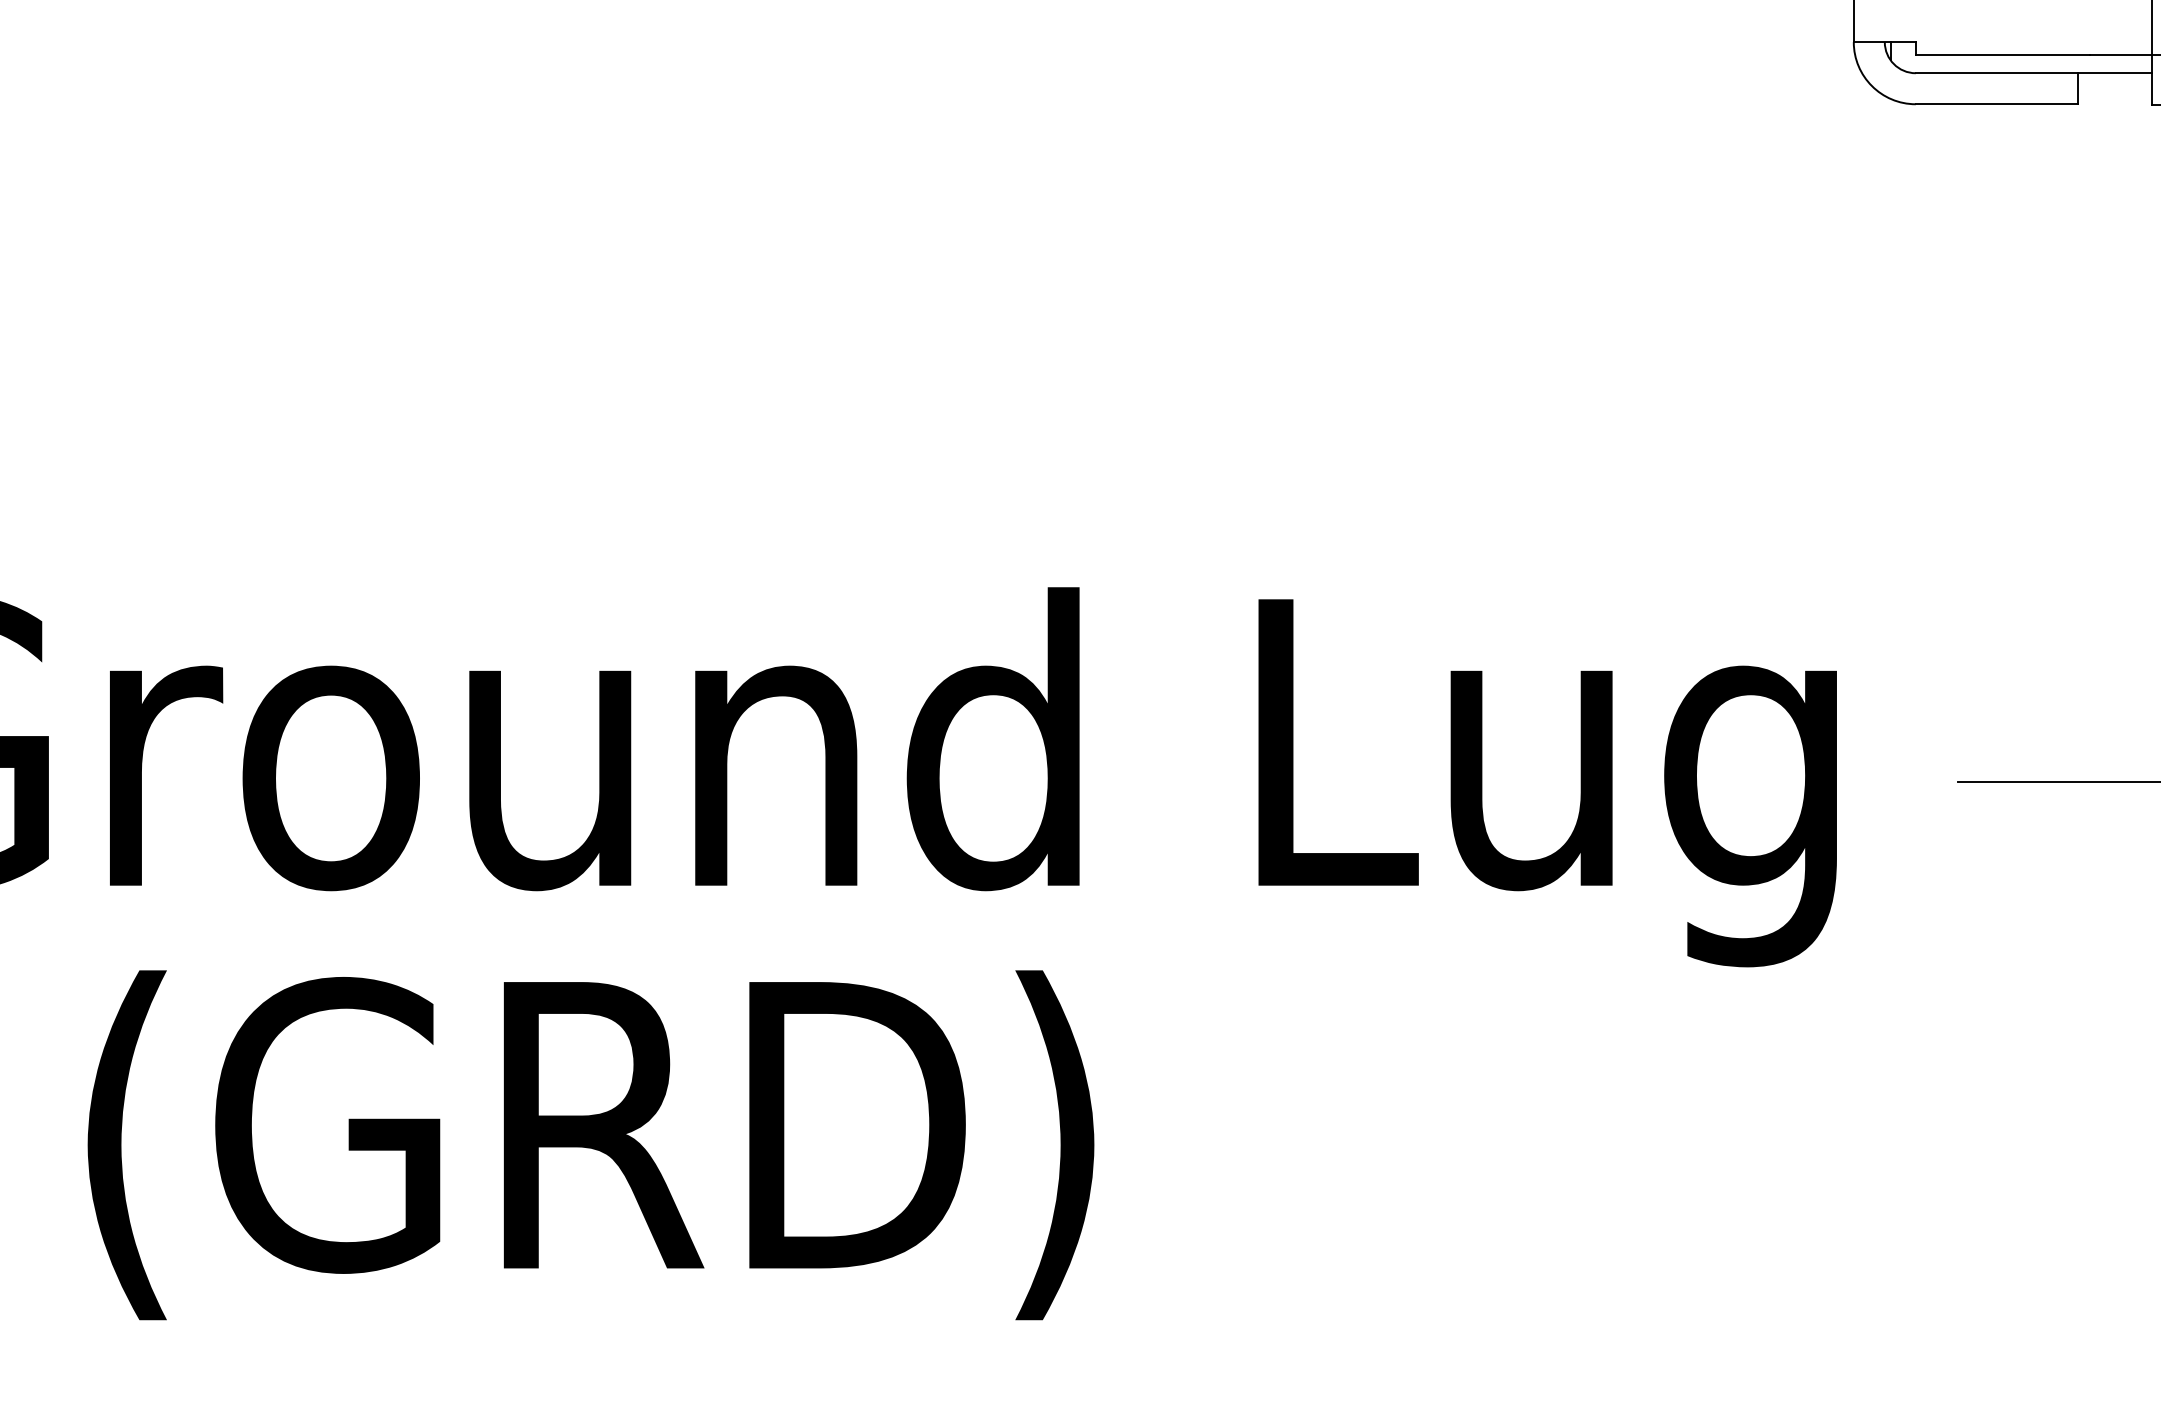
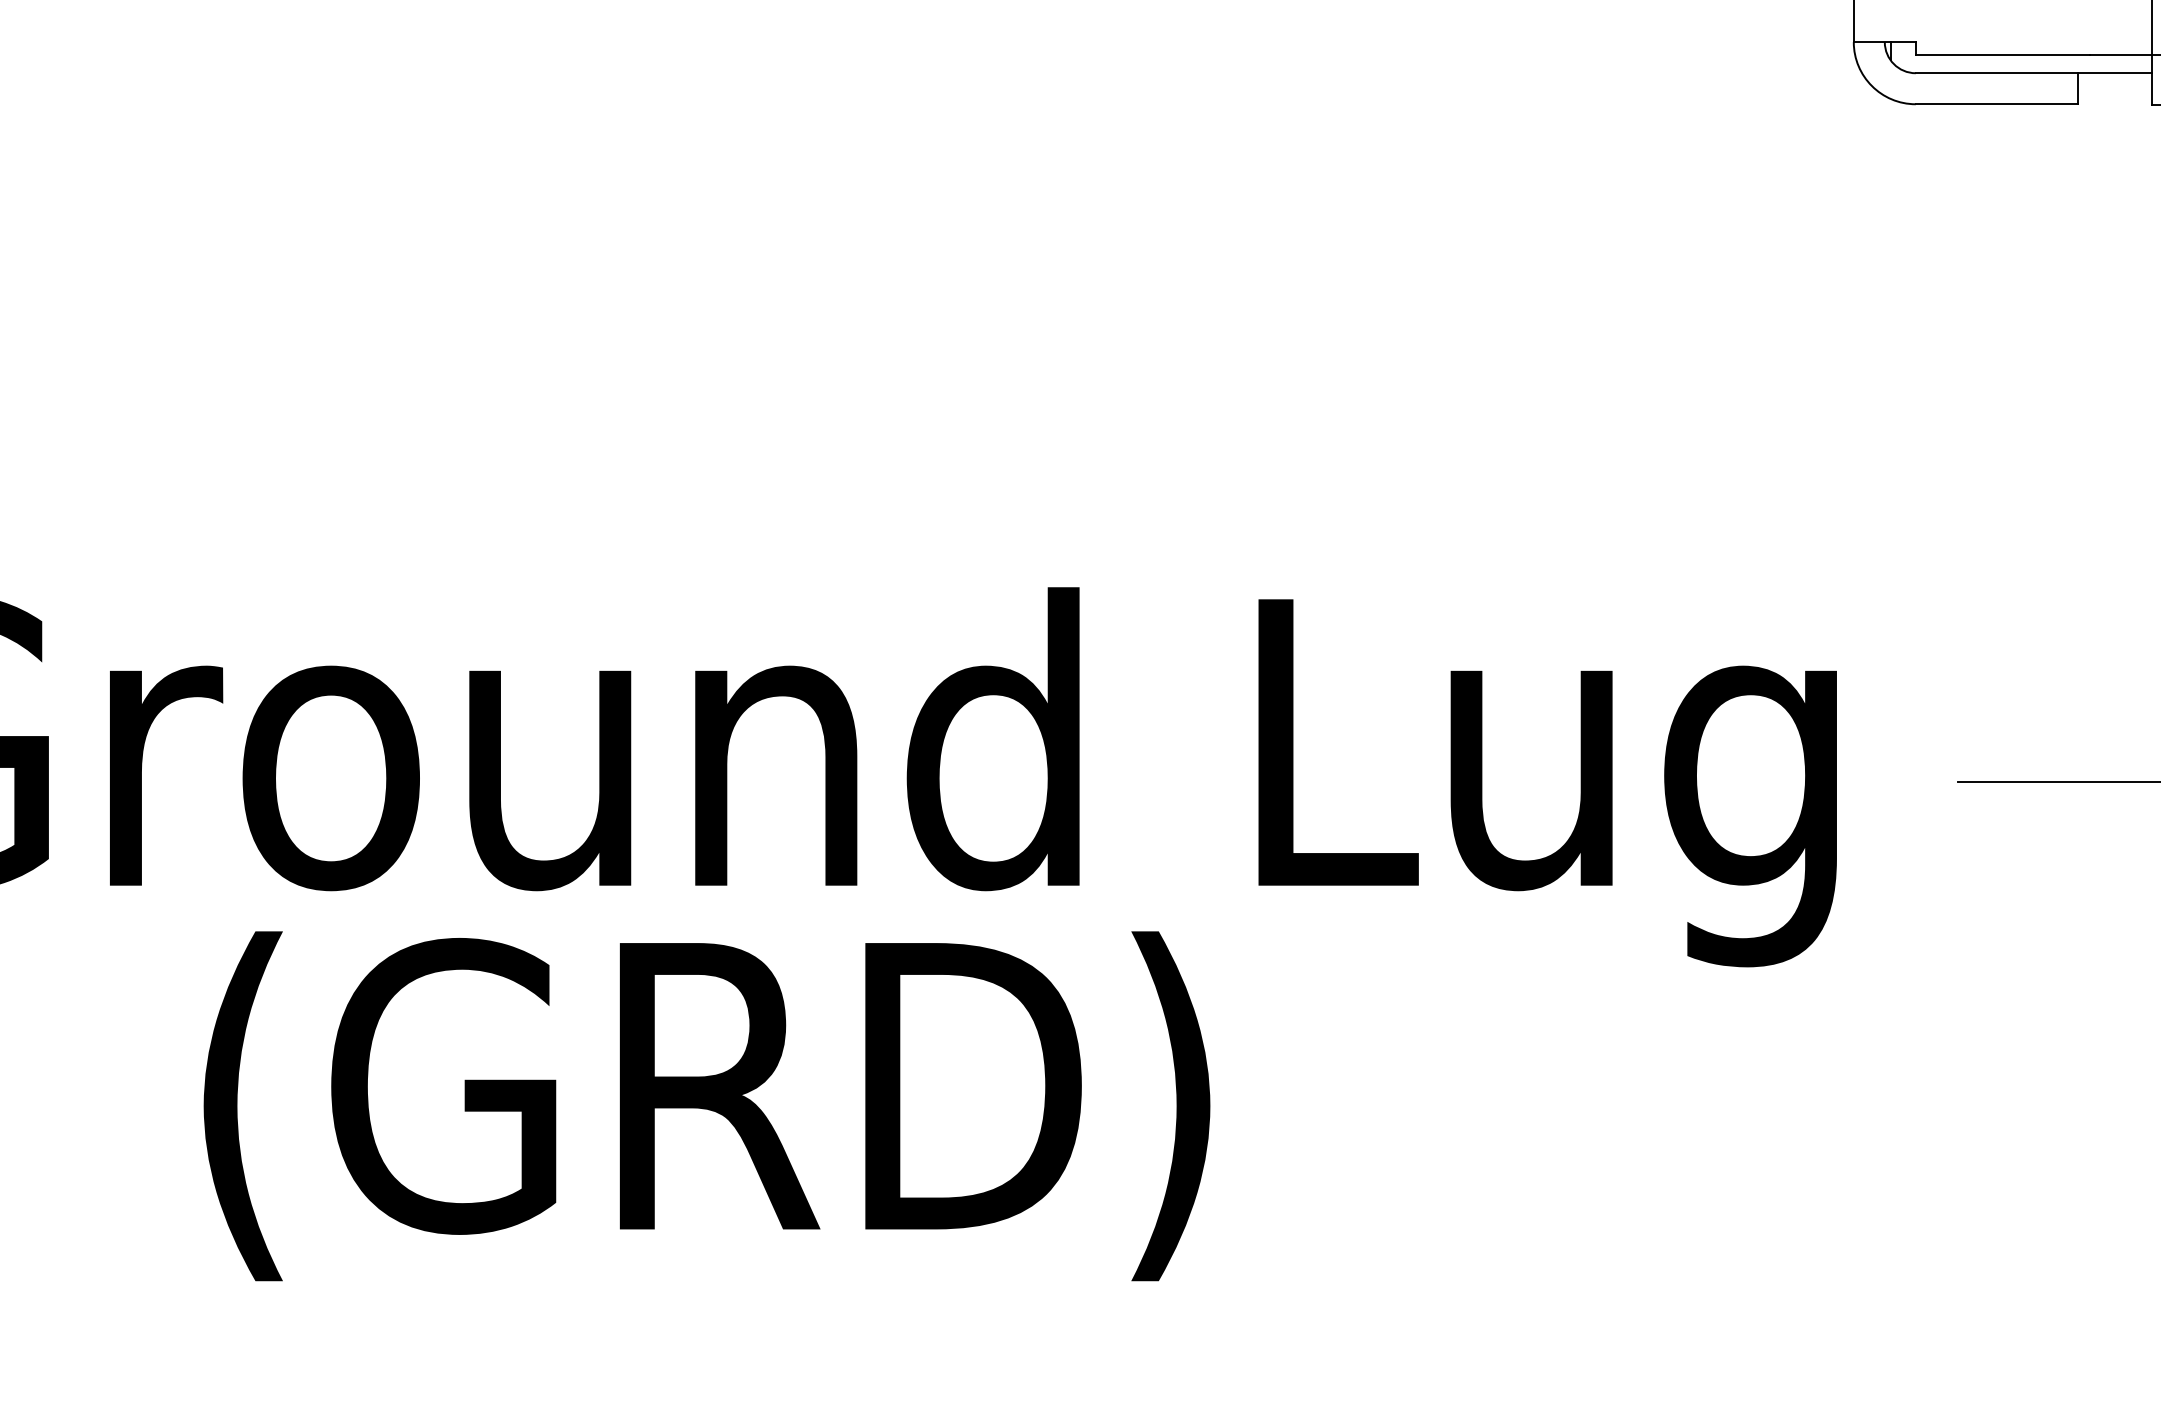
text at (590, 1145) position: (590, 1145) -> (706, 1106)
